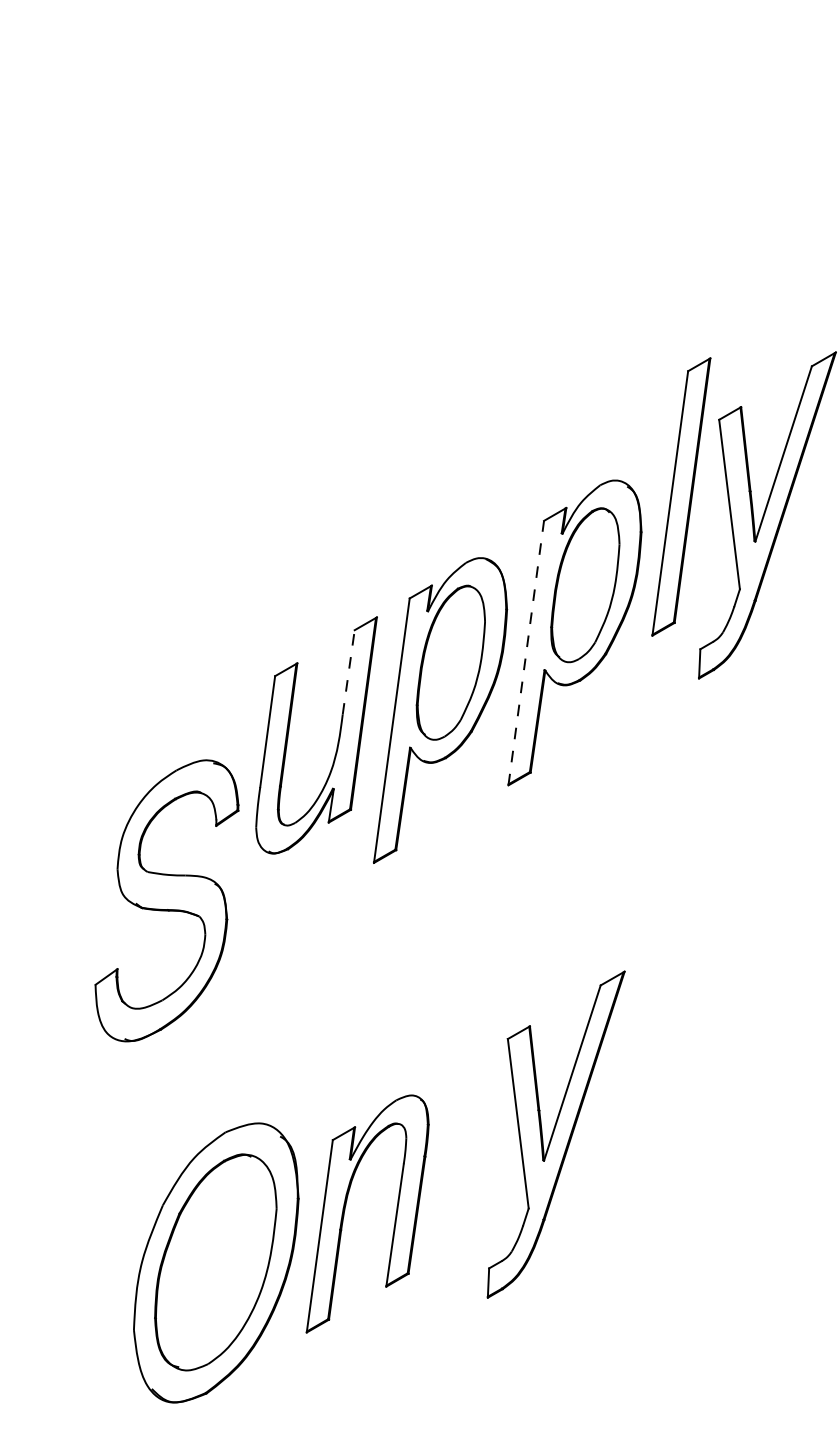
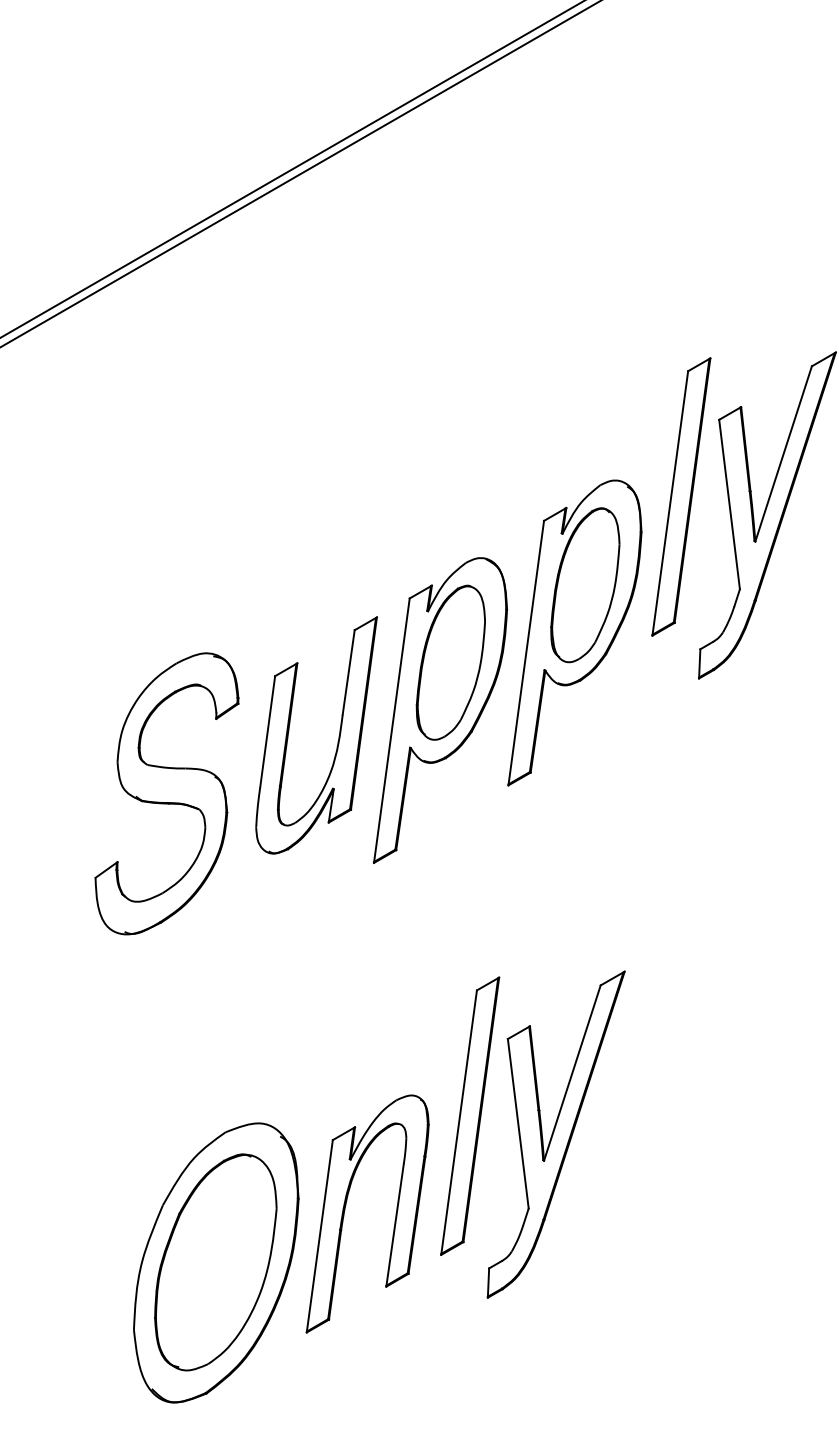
line at (291, 169): none -> present
line at (300, 174): none -> present
line at (526, 652): dashed -> solid
line at (348, 672): dashed -> solid
part at (166, 900) position: (166, 900) -> (166, 793)
part at (470, 1115): none -> present
